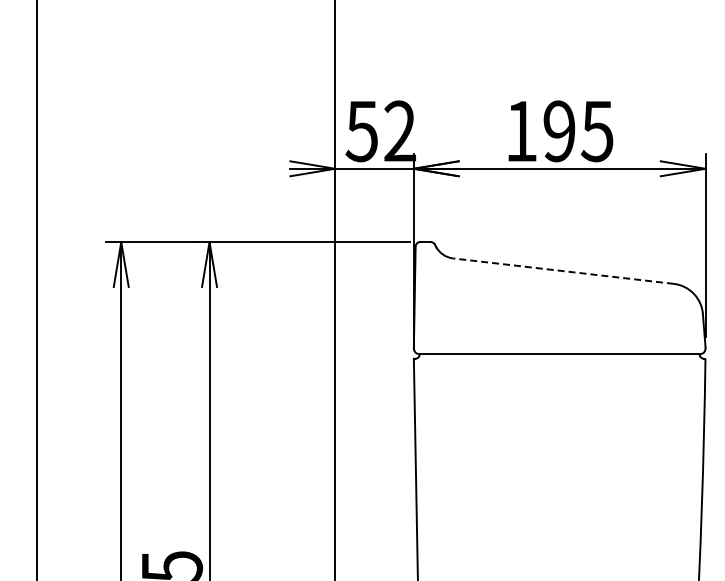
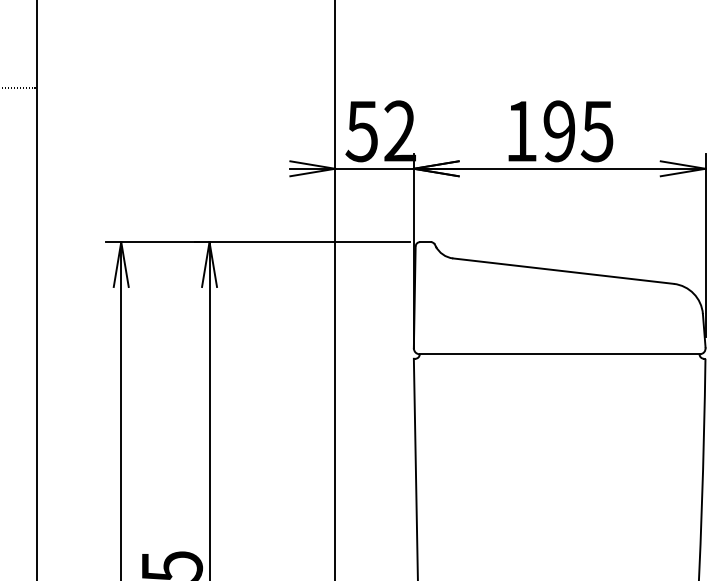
line at (19, 88): none -> present
line at (563, 271): dashed -> solid
